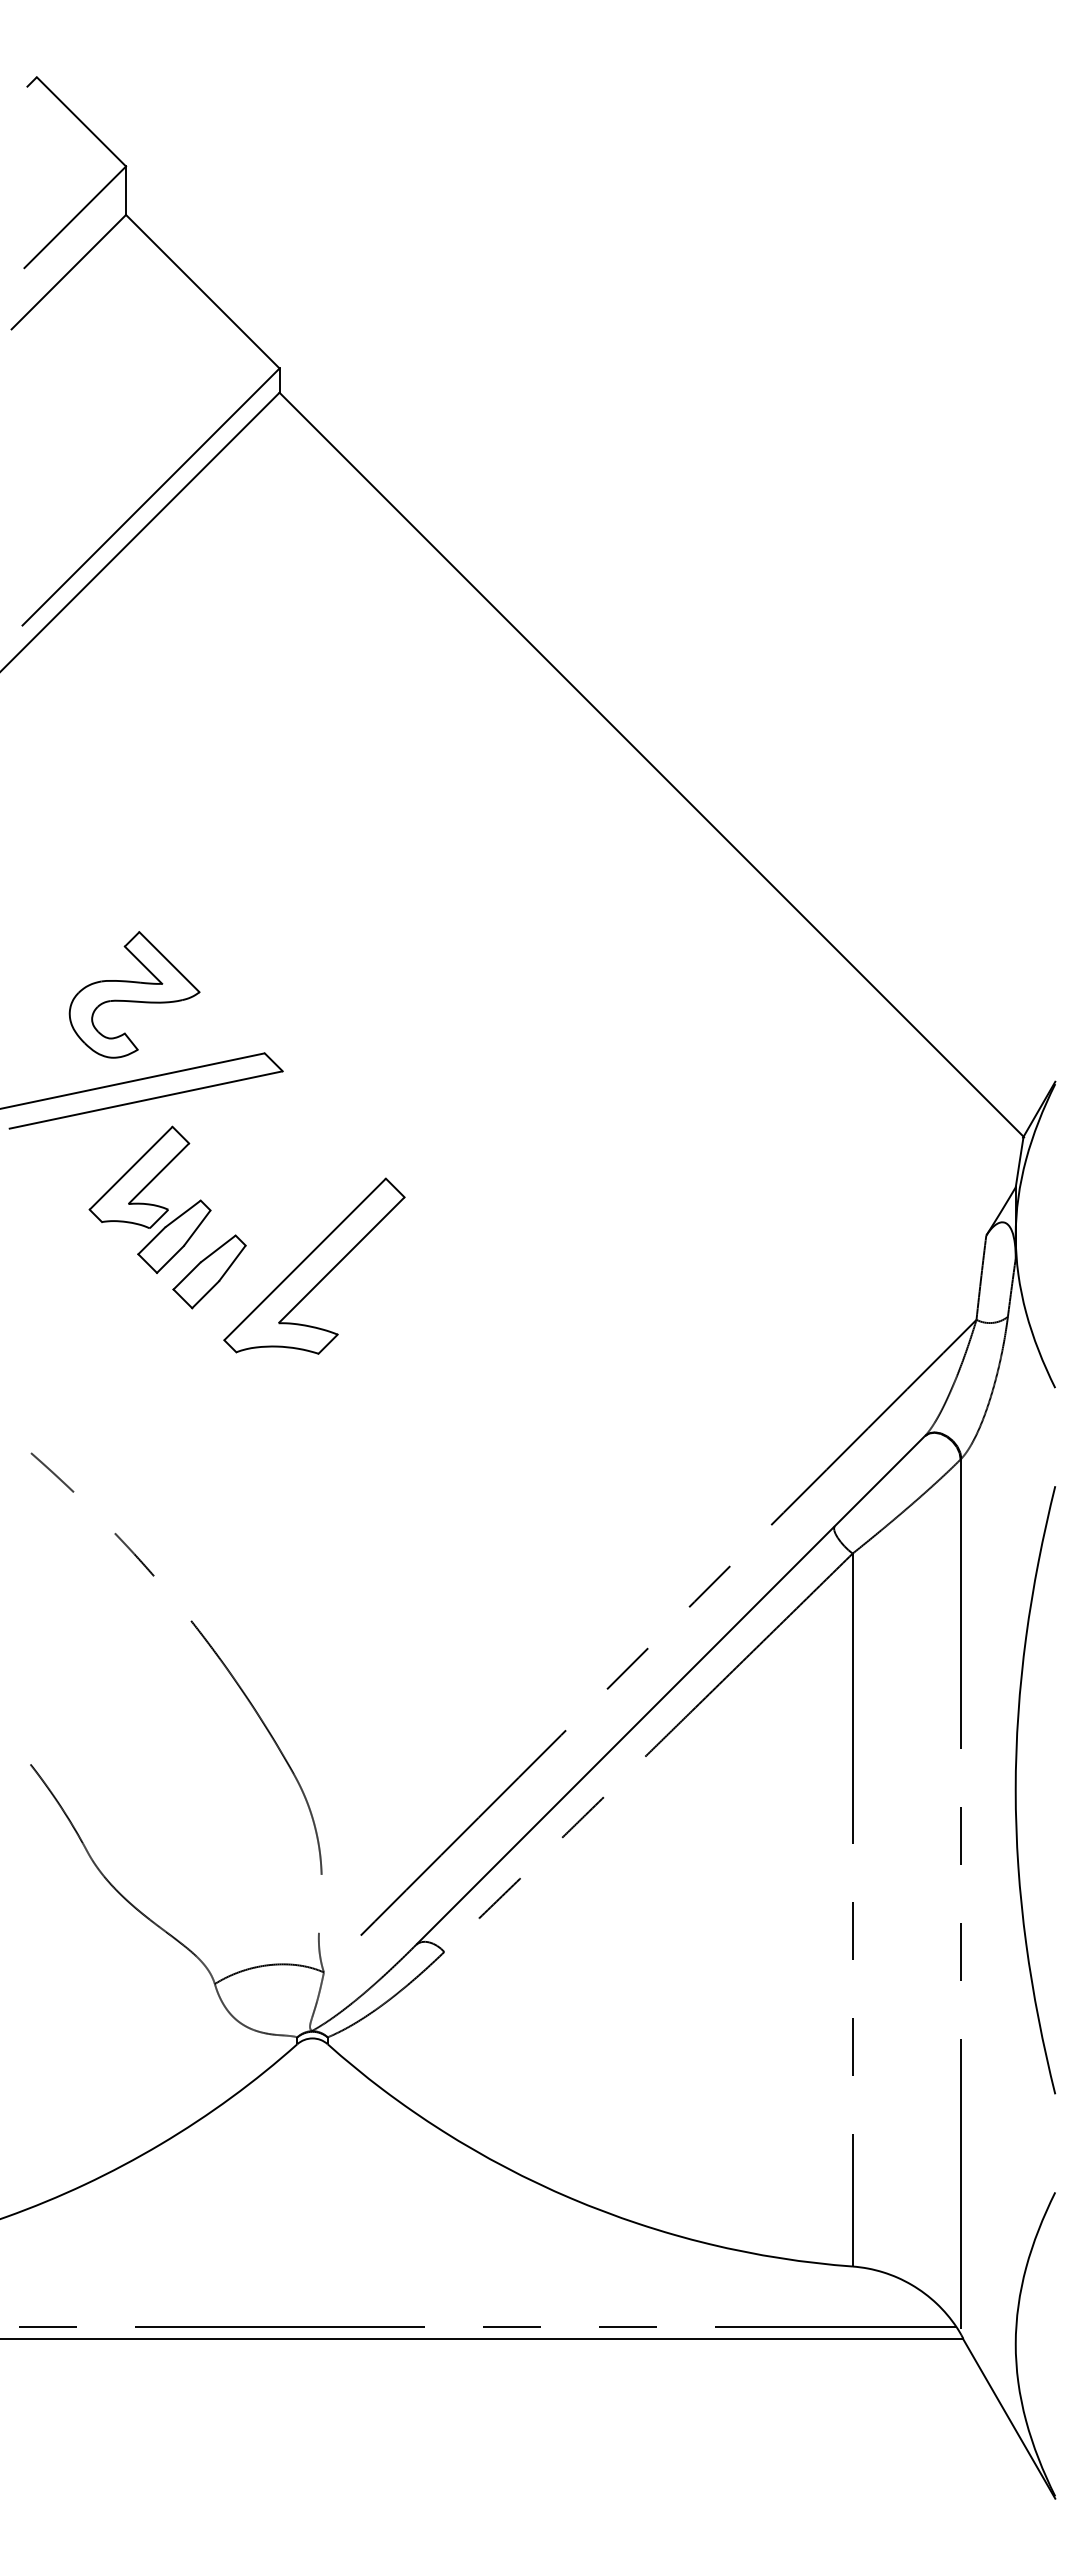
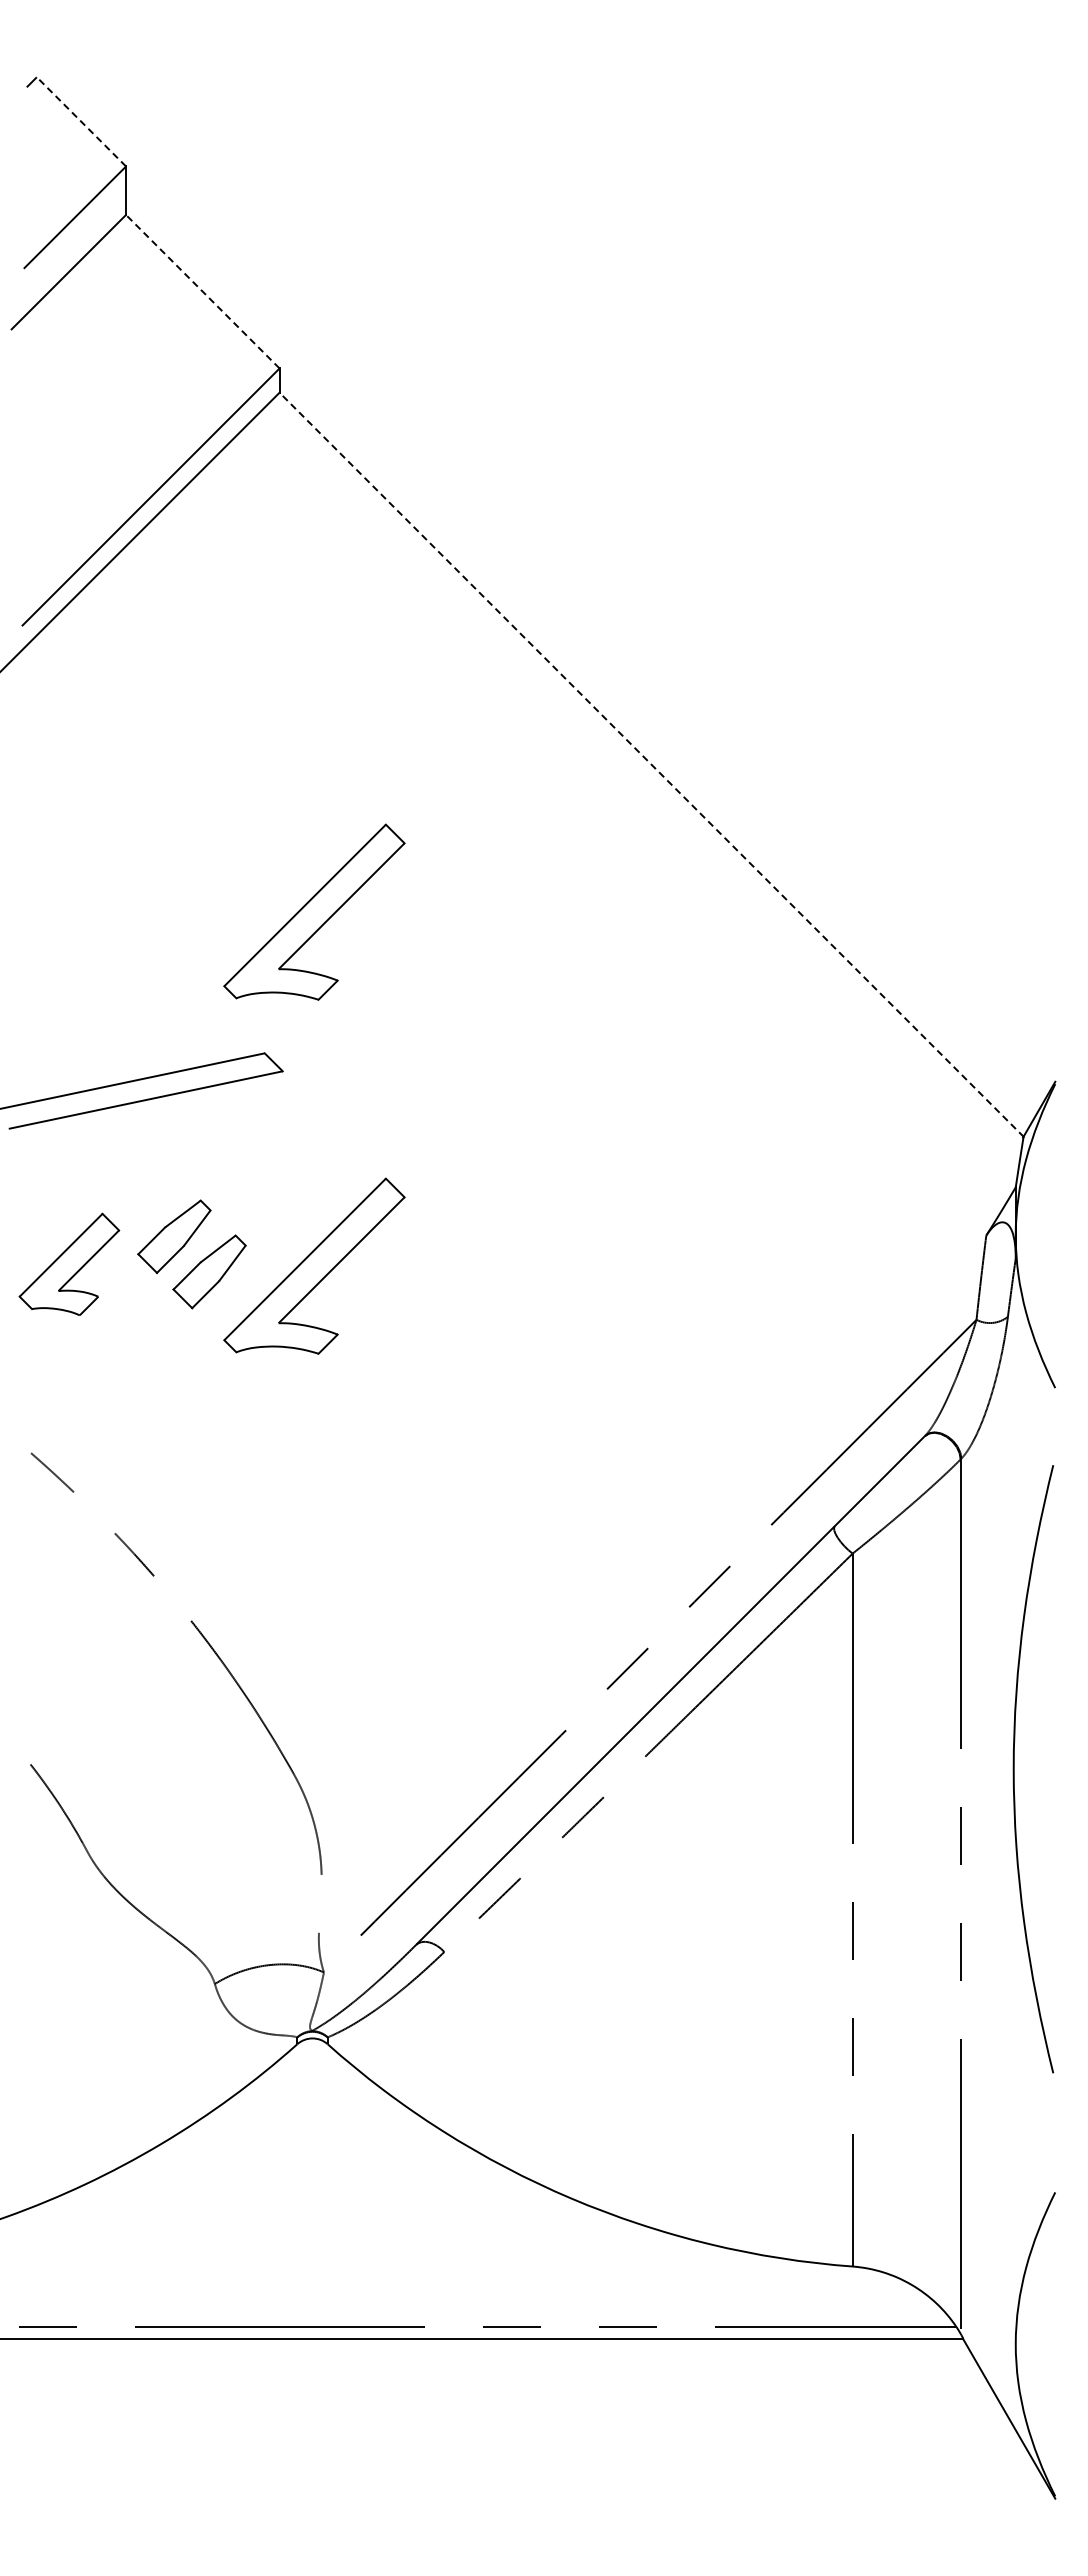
line at (81, 121): solid -> dashed
line at (202, 291): solid -> dashed
line at (651, 764): solid -> dashed
part at (314, 911): none -> present
part at (134, 994): present -> none
part at (139, 1176) position: (139, 1176) -> (69, 1263)
curve at (1016, 1790) position: (1016, 1790) -> (1014, 1769)
